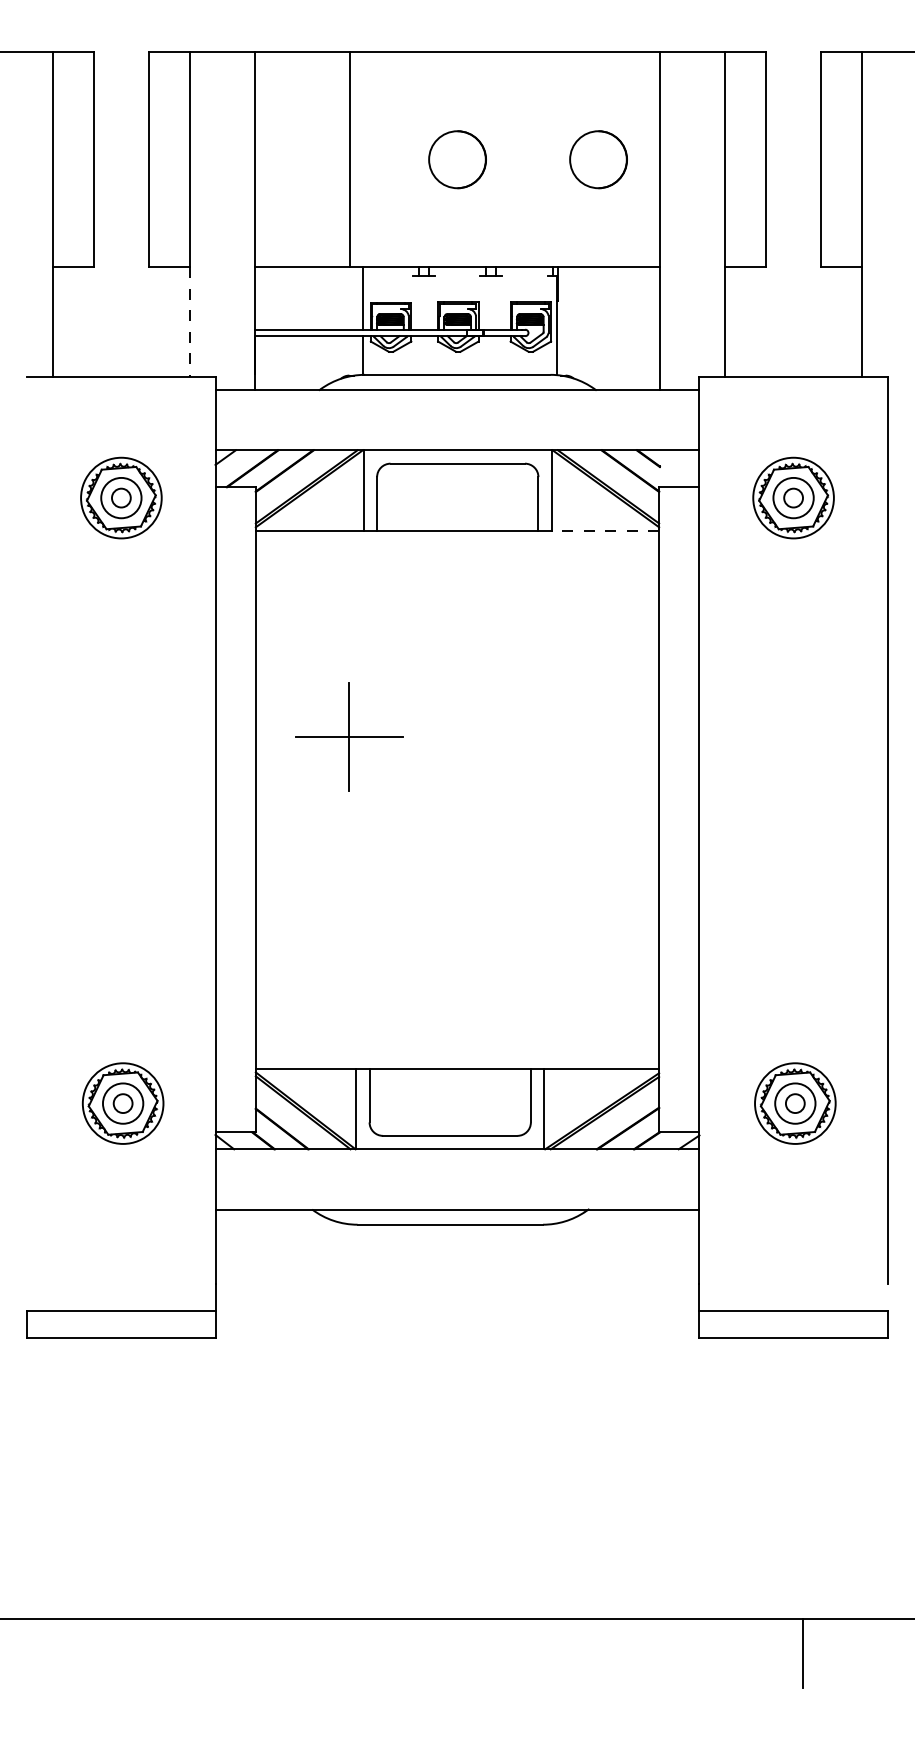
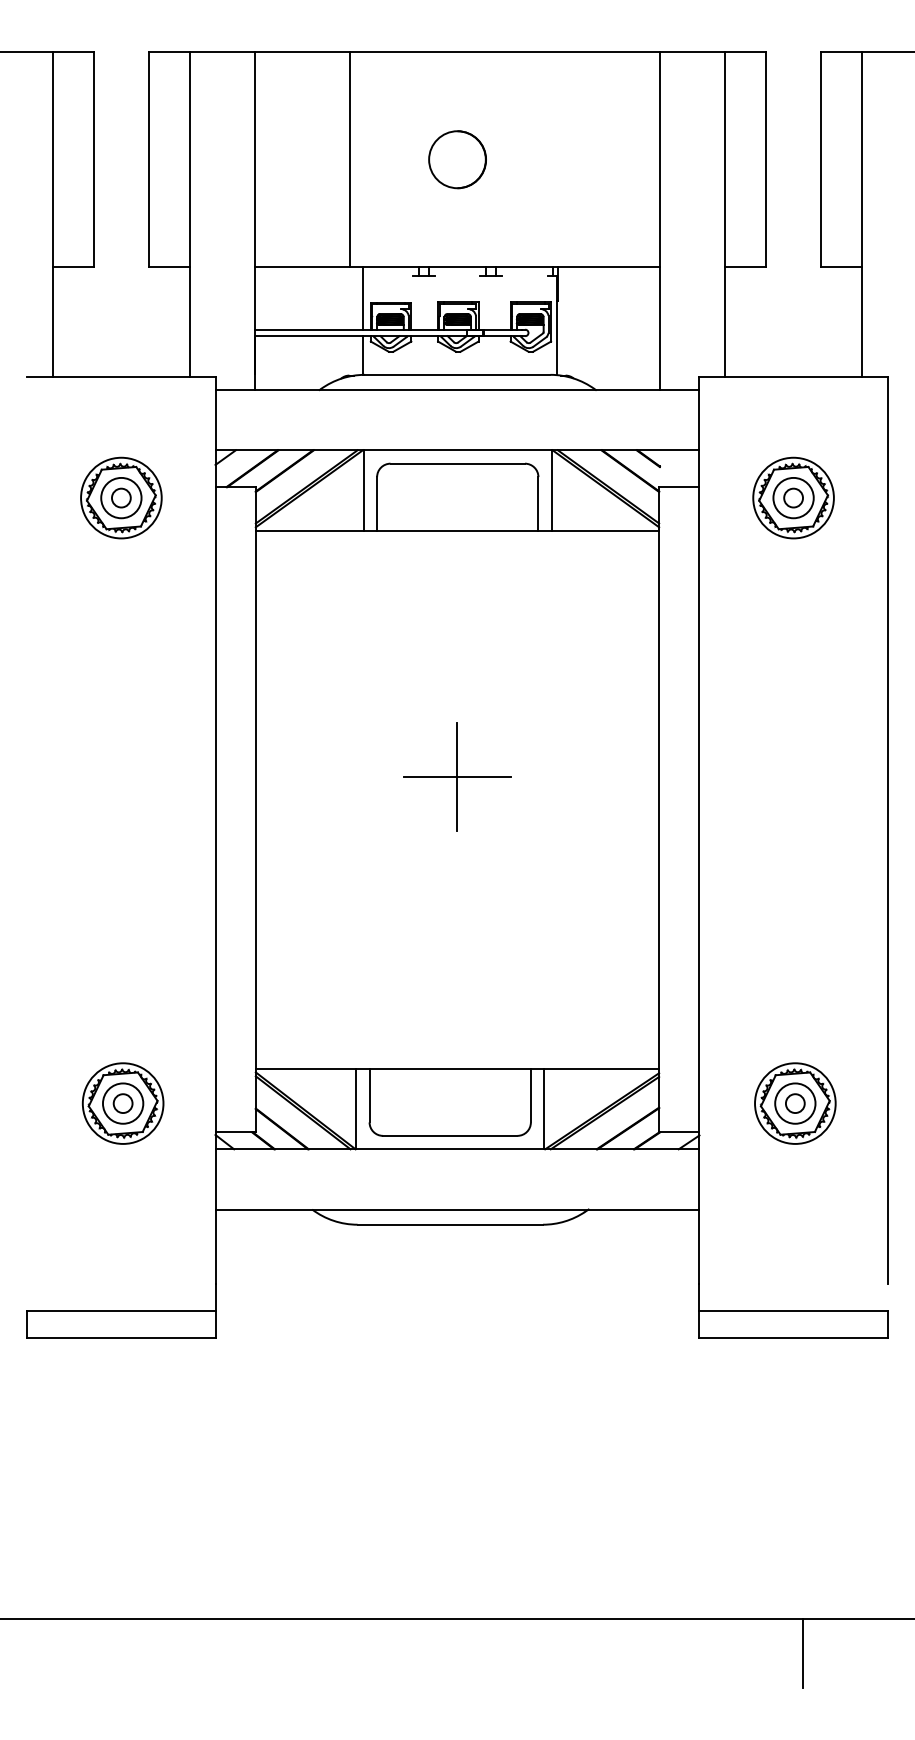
circle at (598, 159): present -> none
line at (189, 321): dashed -> solid
line at (605, 530): dashed -> solid
part at (349, 736) position: (349, 736) -> (457, 776)
